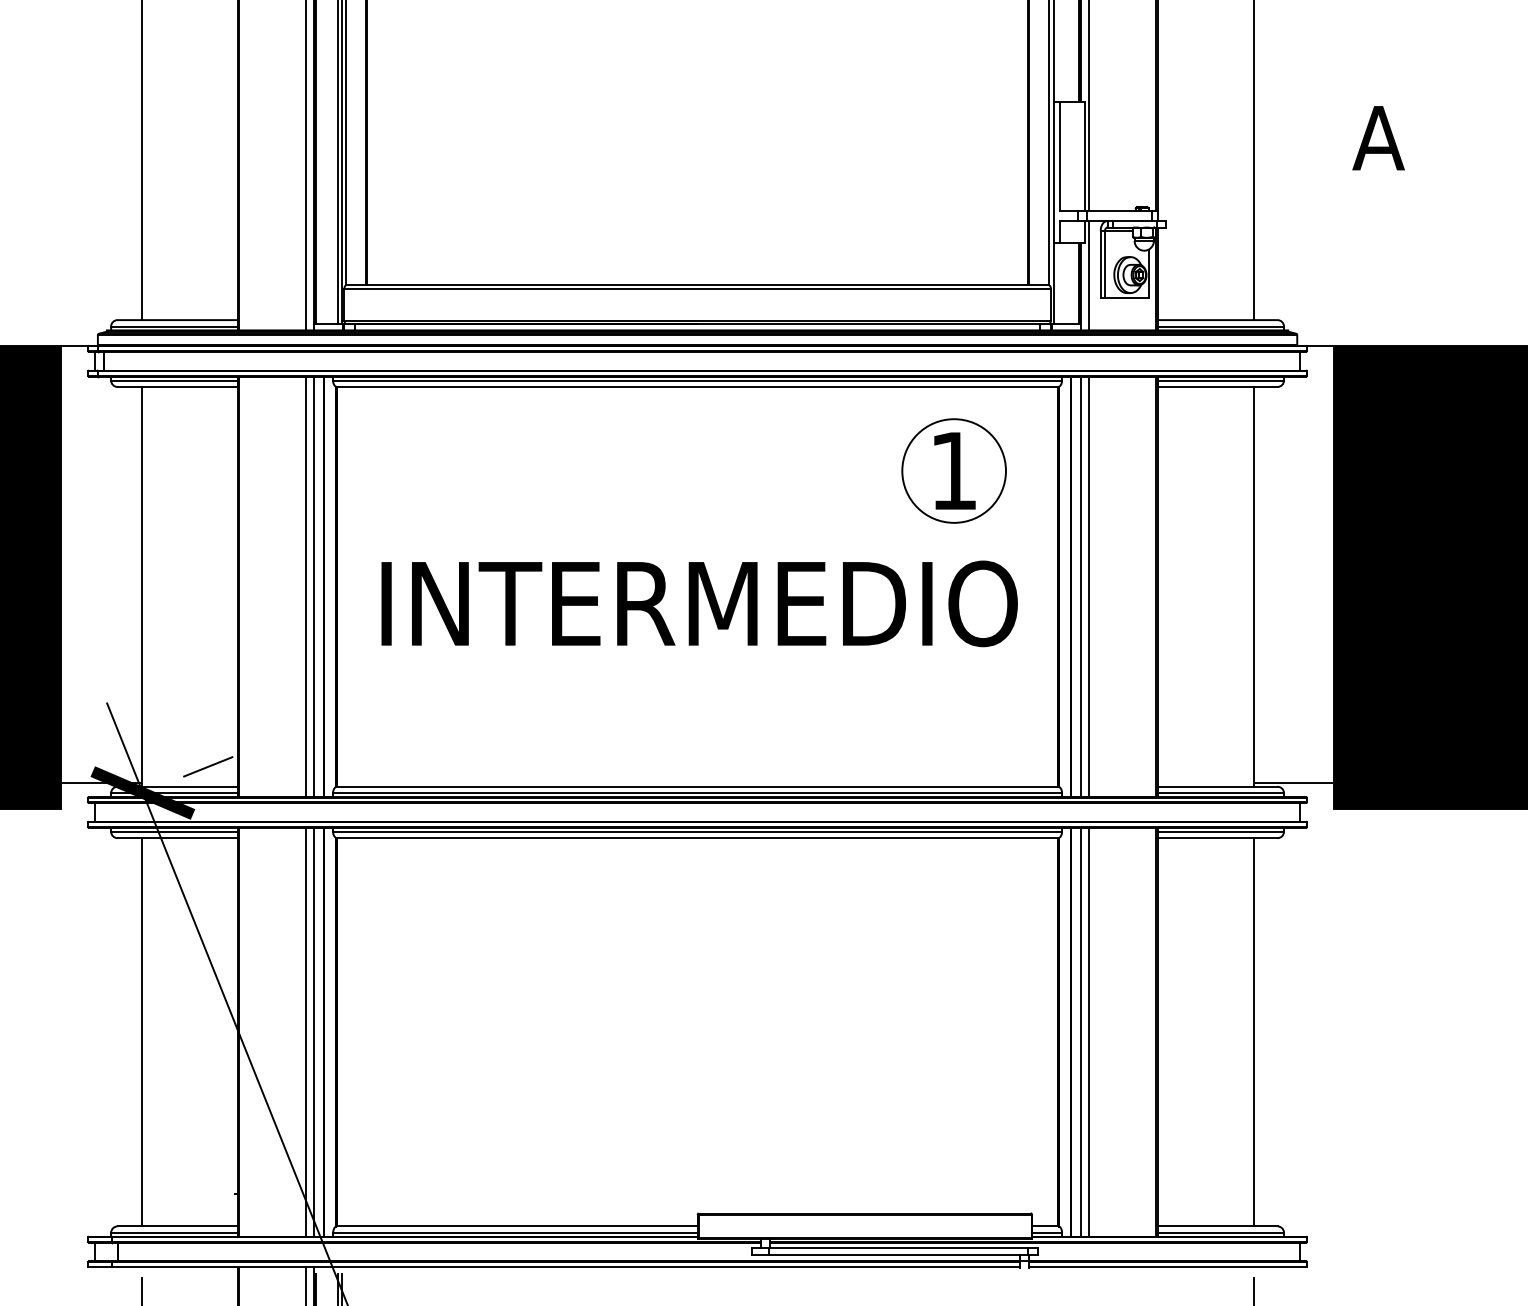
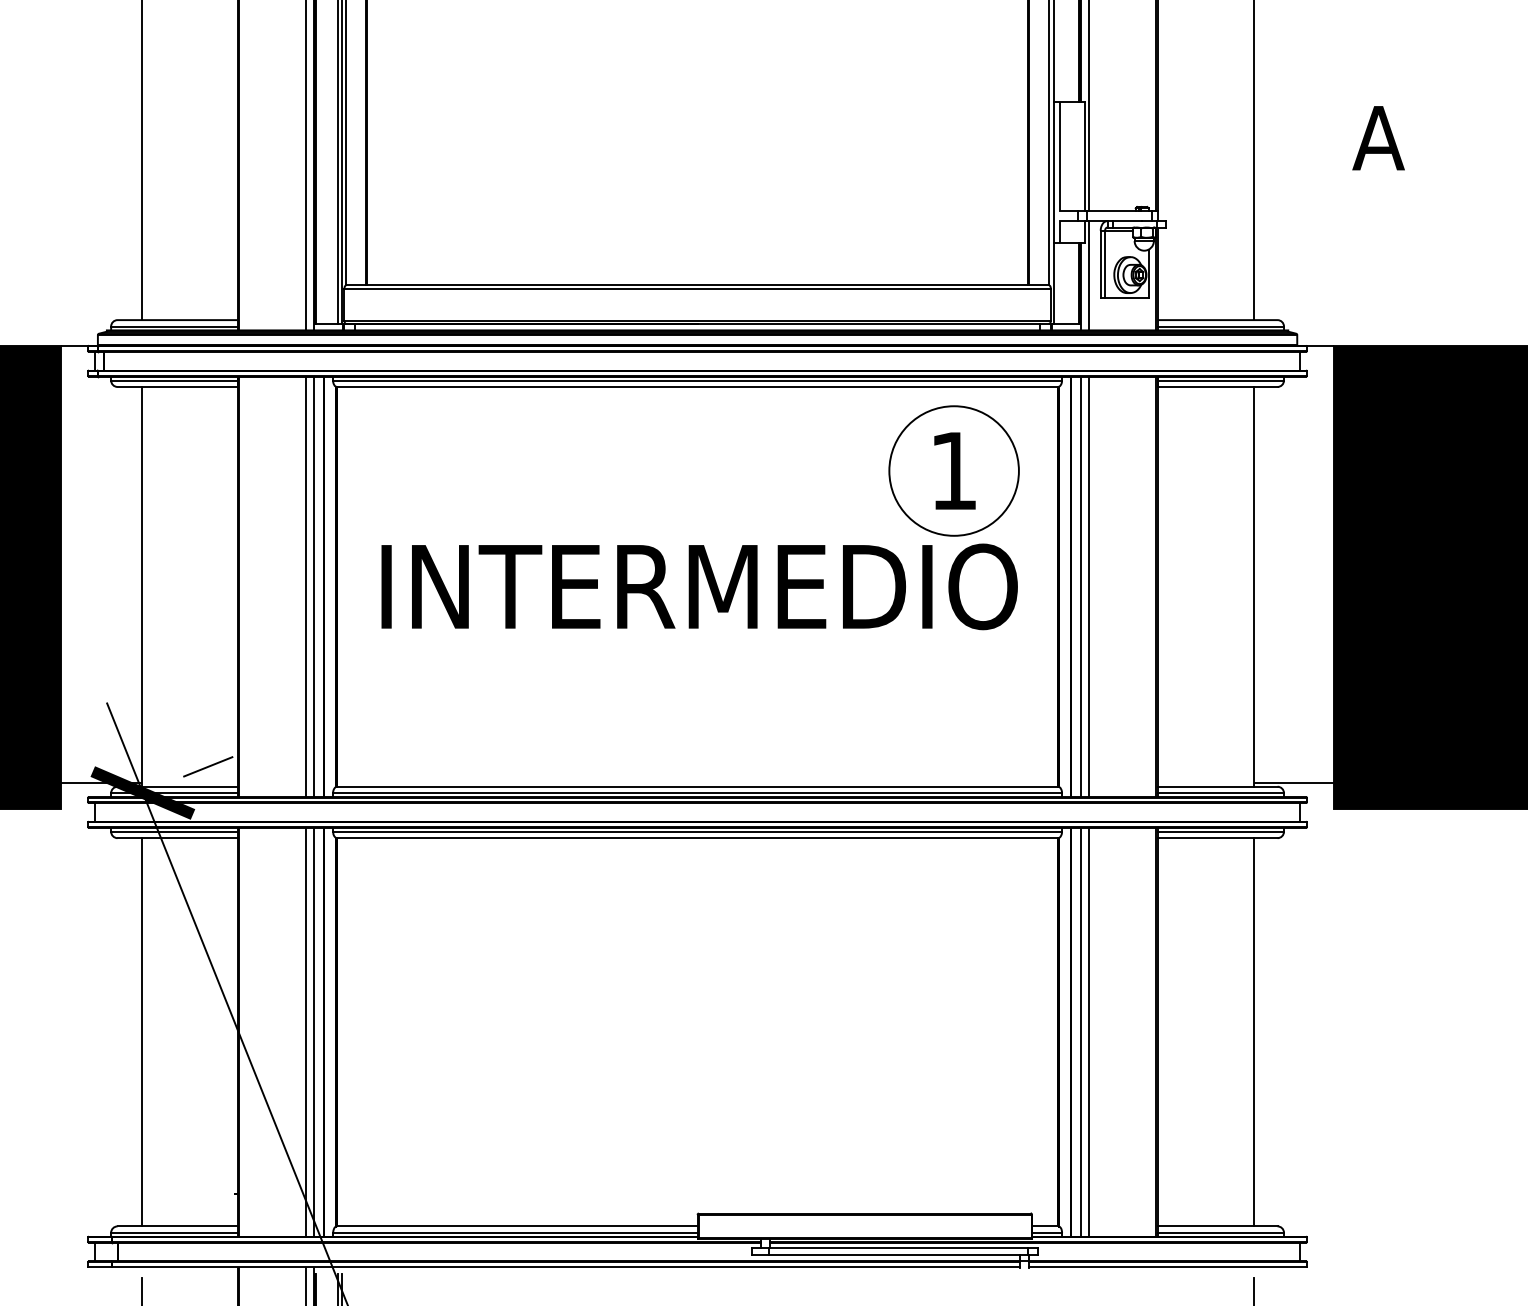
circle at (953, 470) diameter: 104 px -> 130 px
text at (699, 603) position: (699, 603) -> (699, 586)
